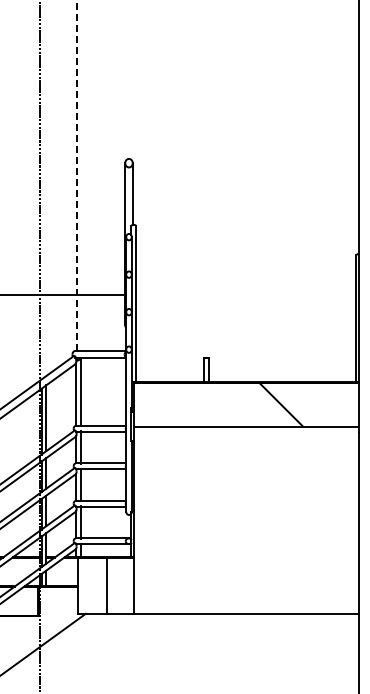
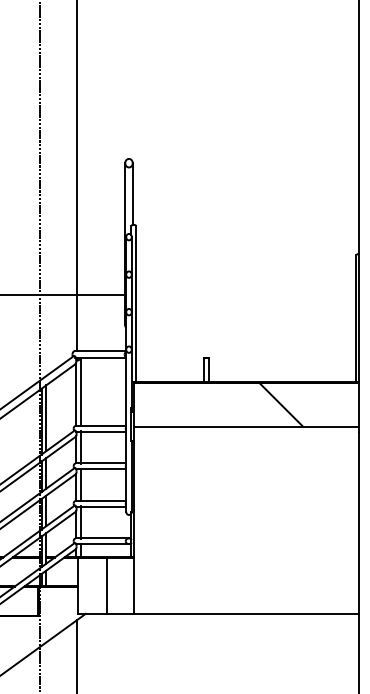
line at (77, 175): dashed -> solid
line at (77, 654): none -> present
